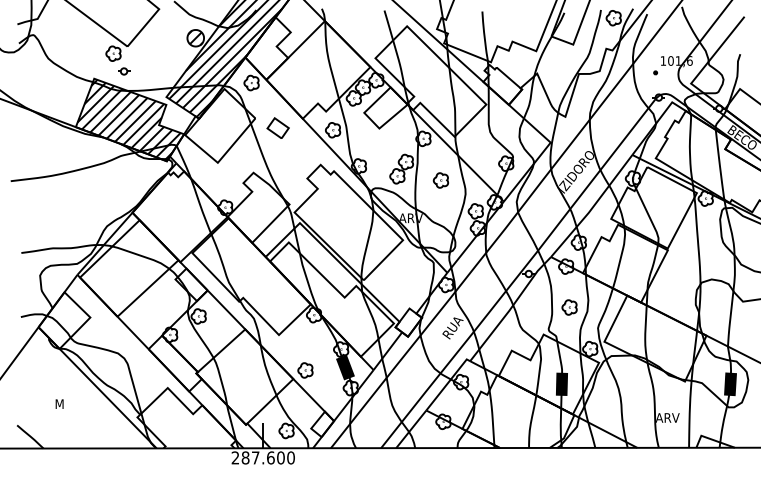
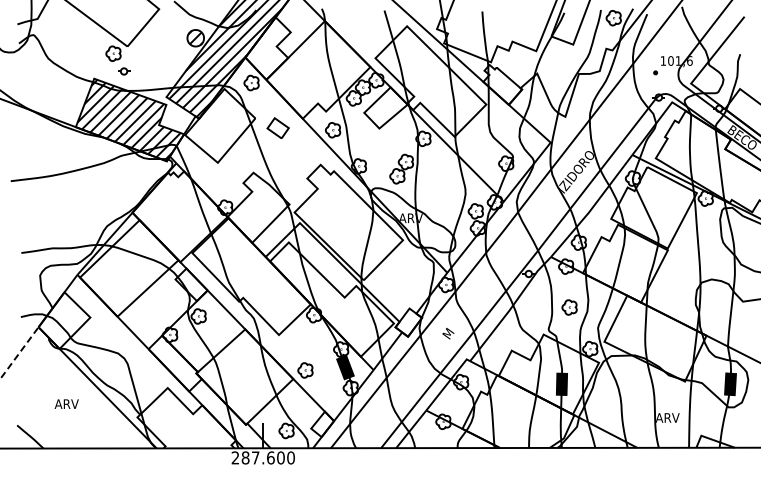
part at (440, 180): present -> none
text at (453, 326): RUA -> M
line at (19, 352): solid -> dashed
text at (66, 403): M -> ARV
